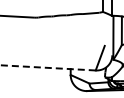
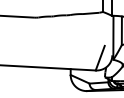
line at (48, 67): dashed -> solid
